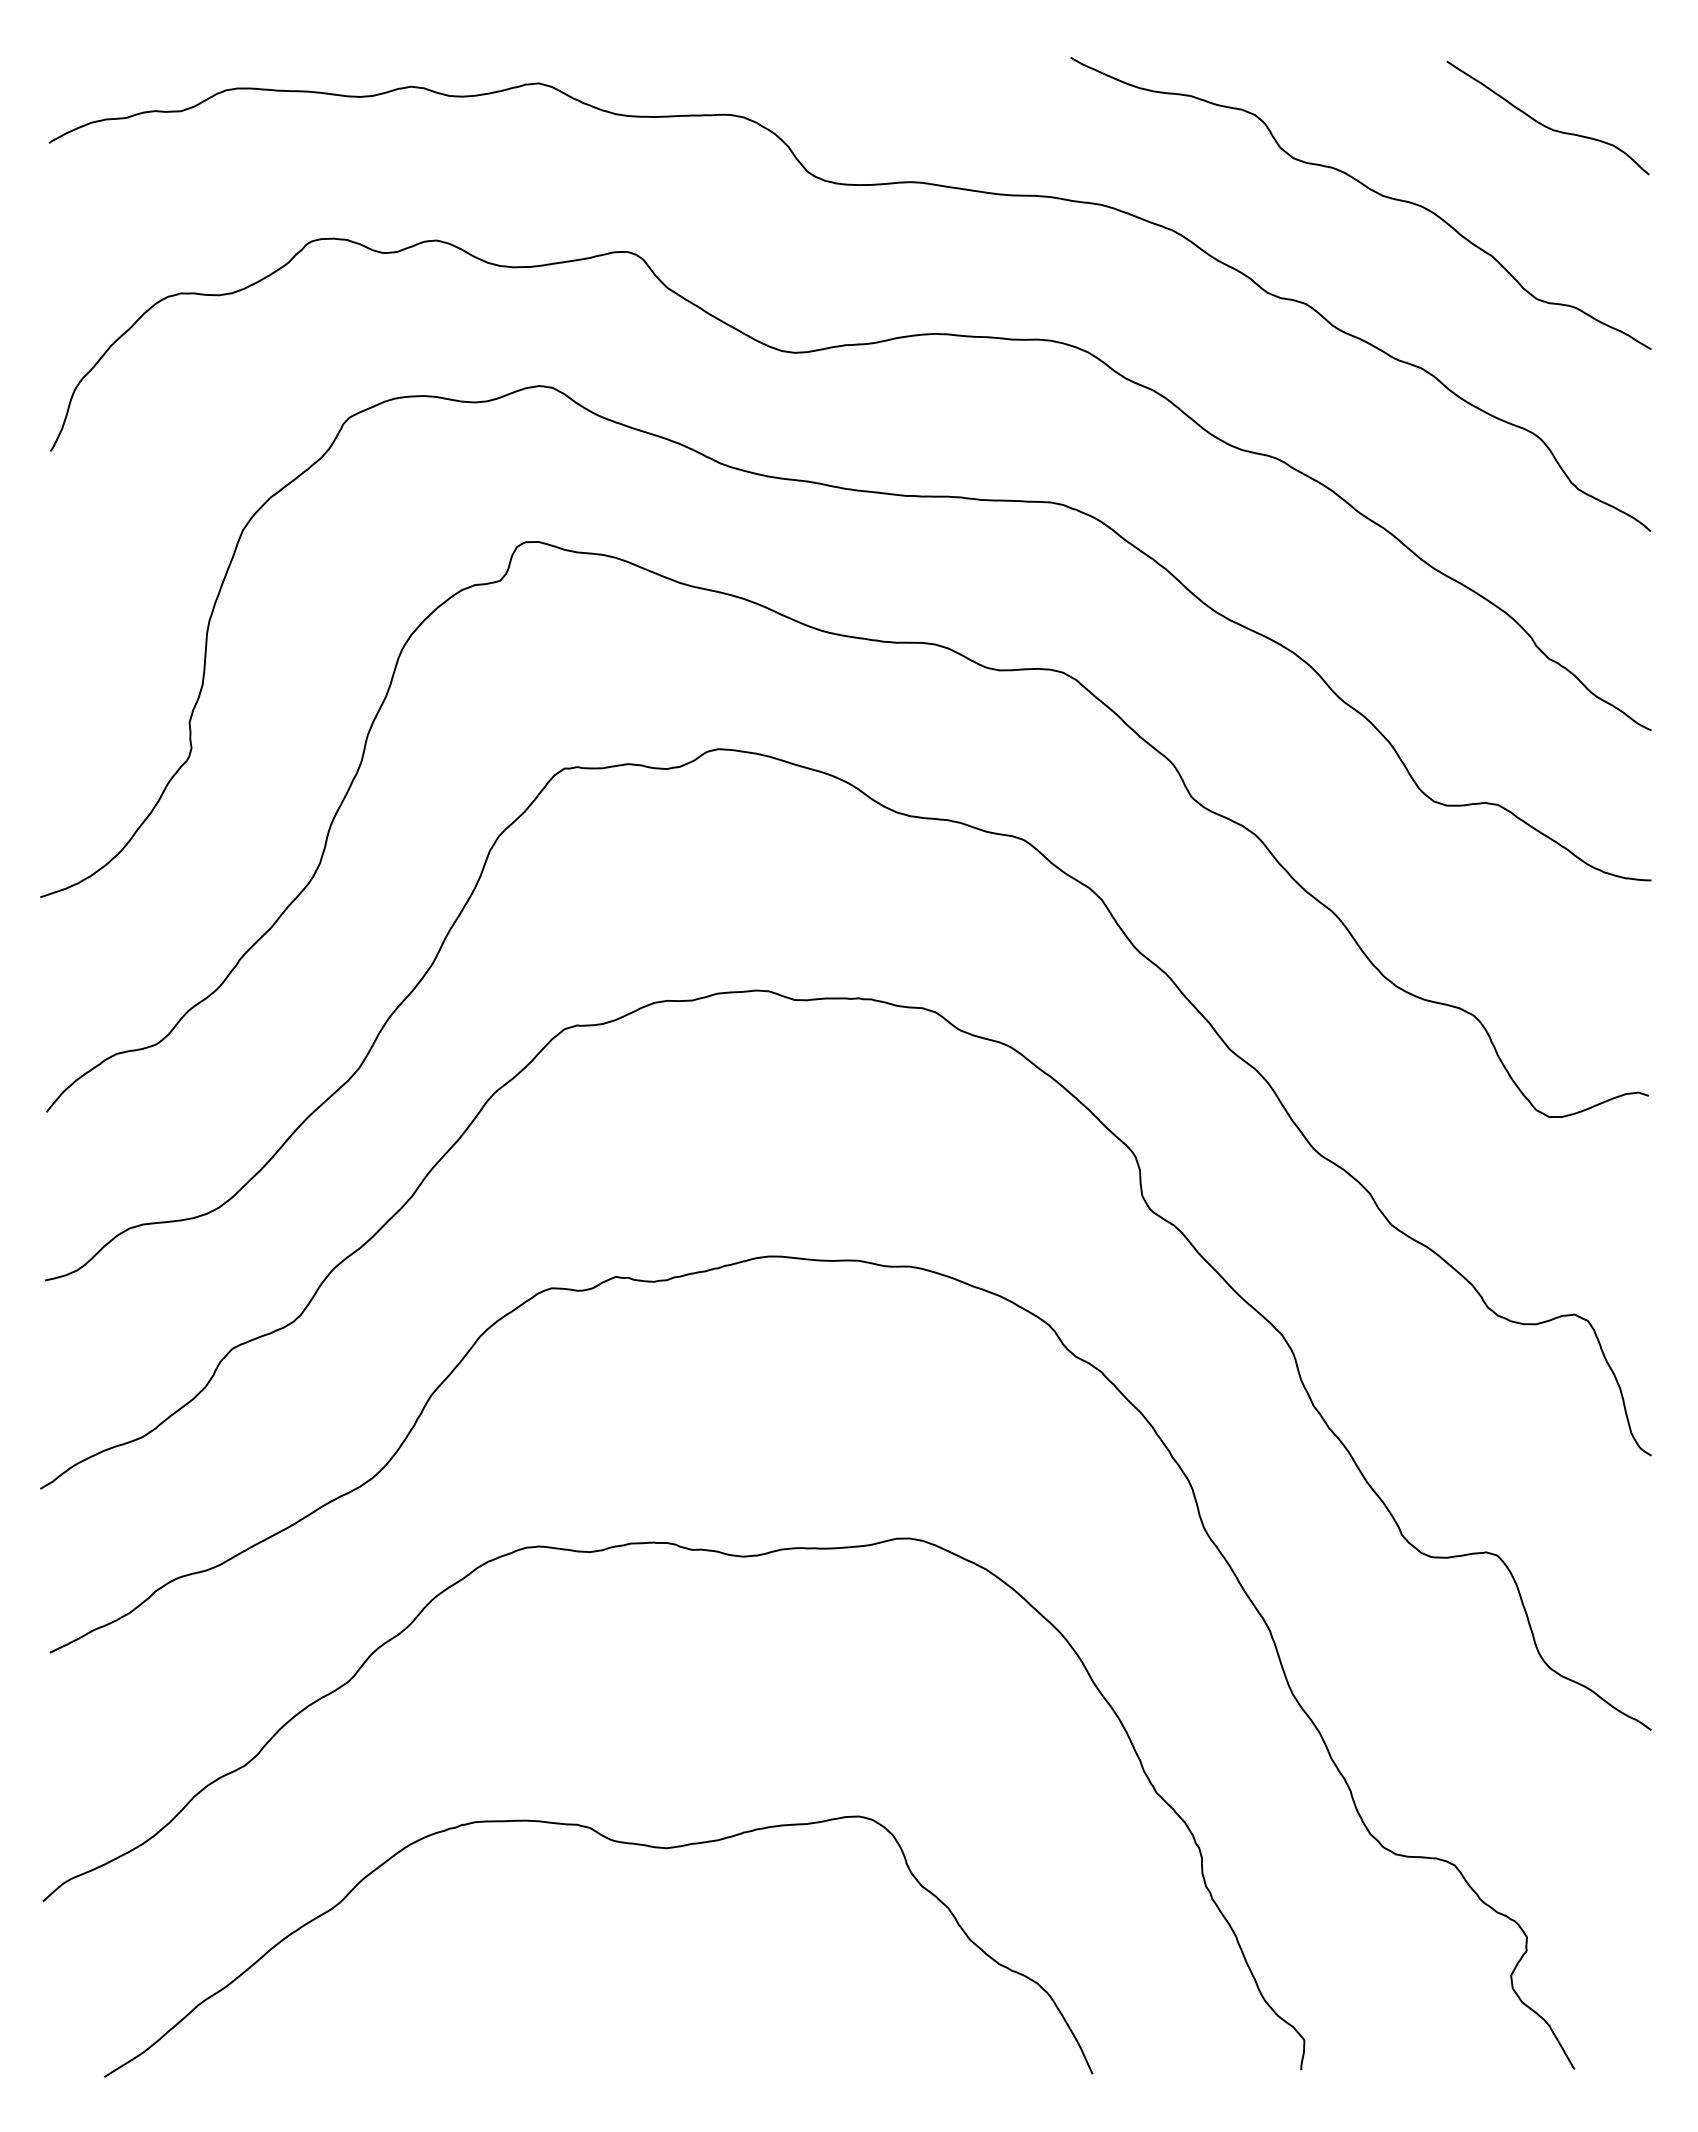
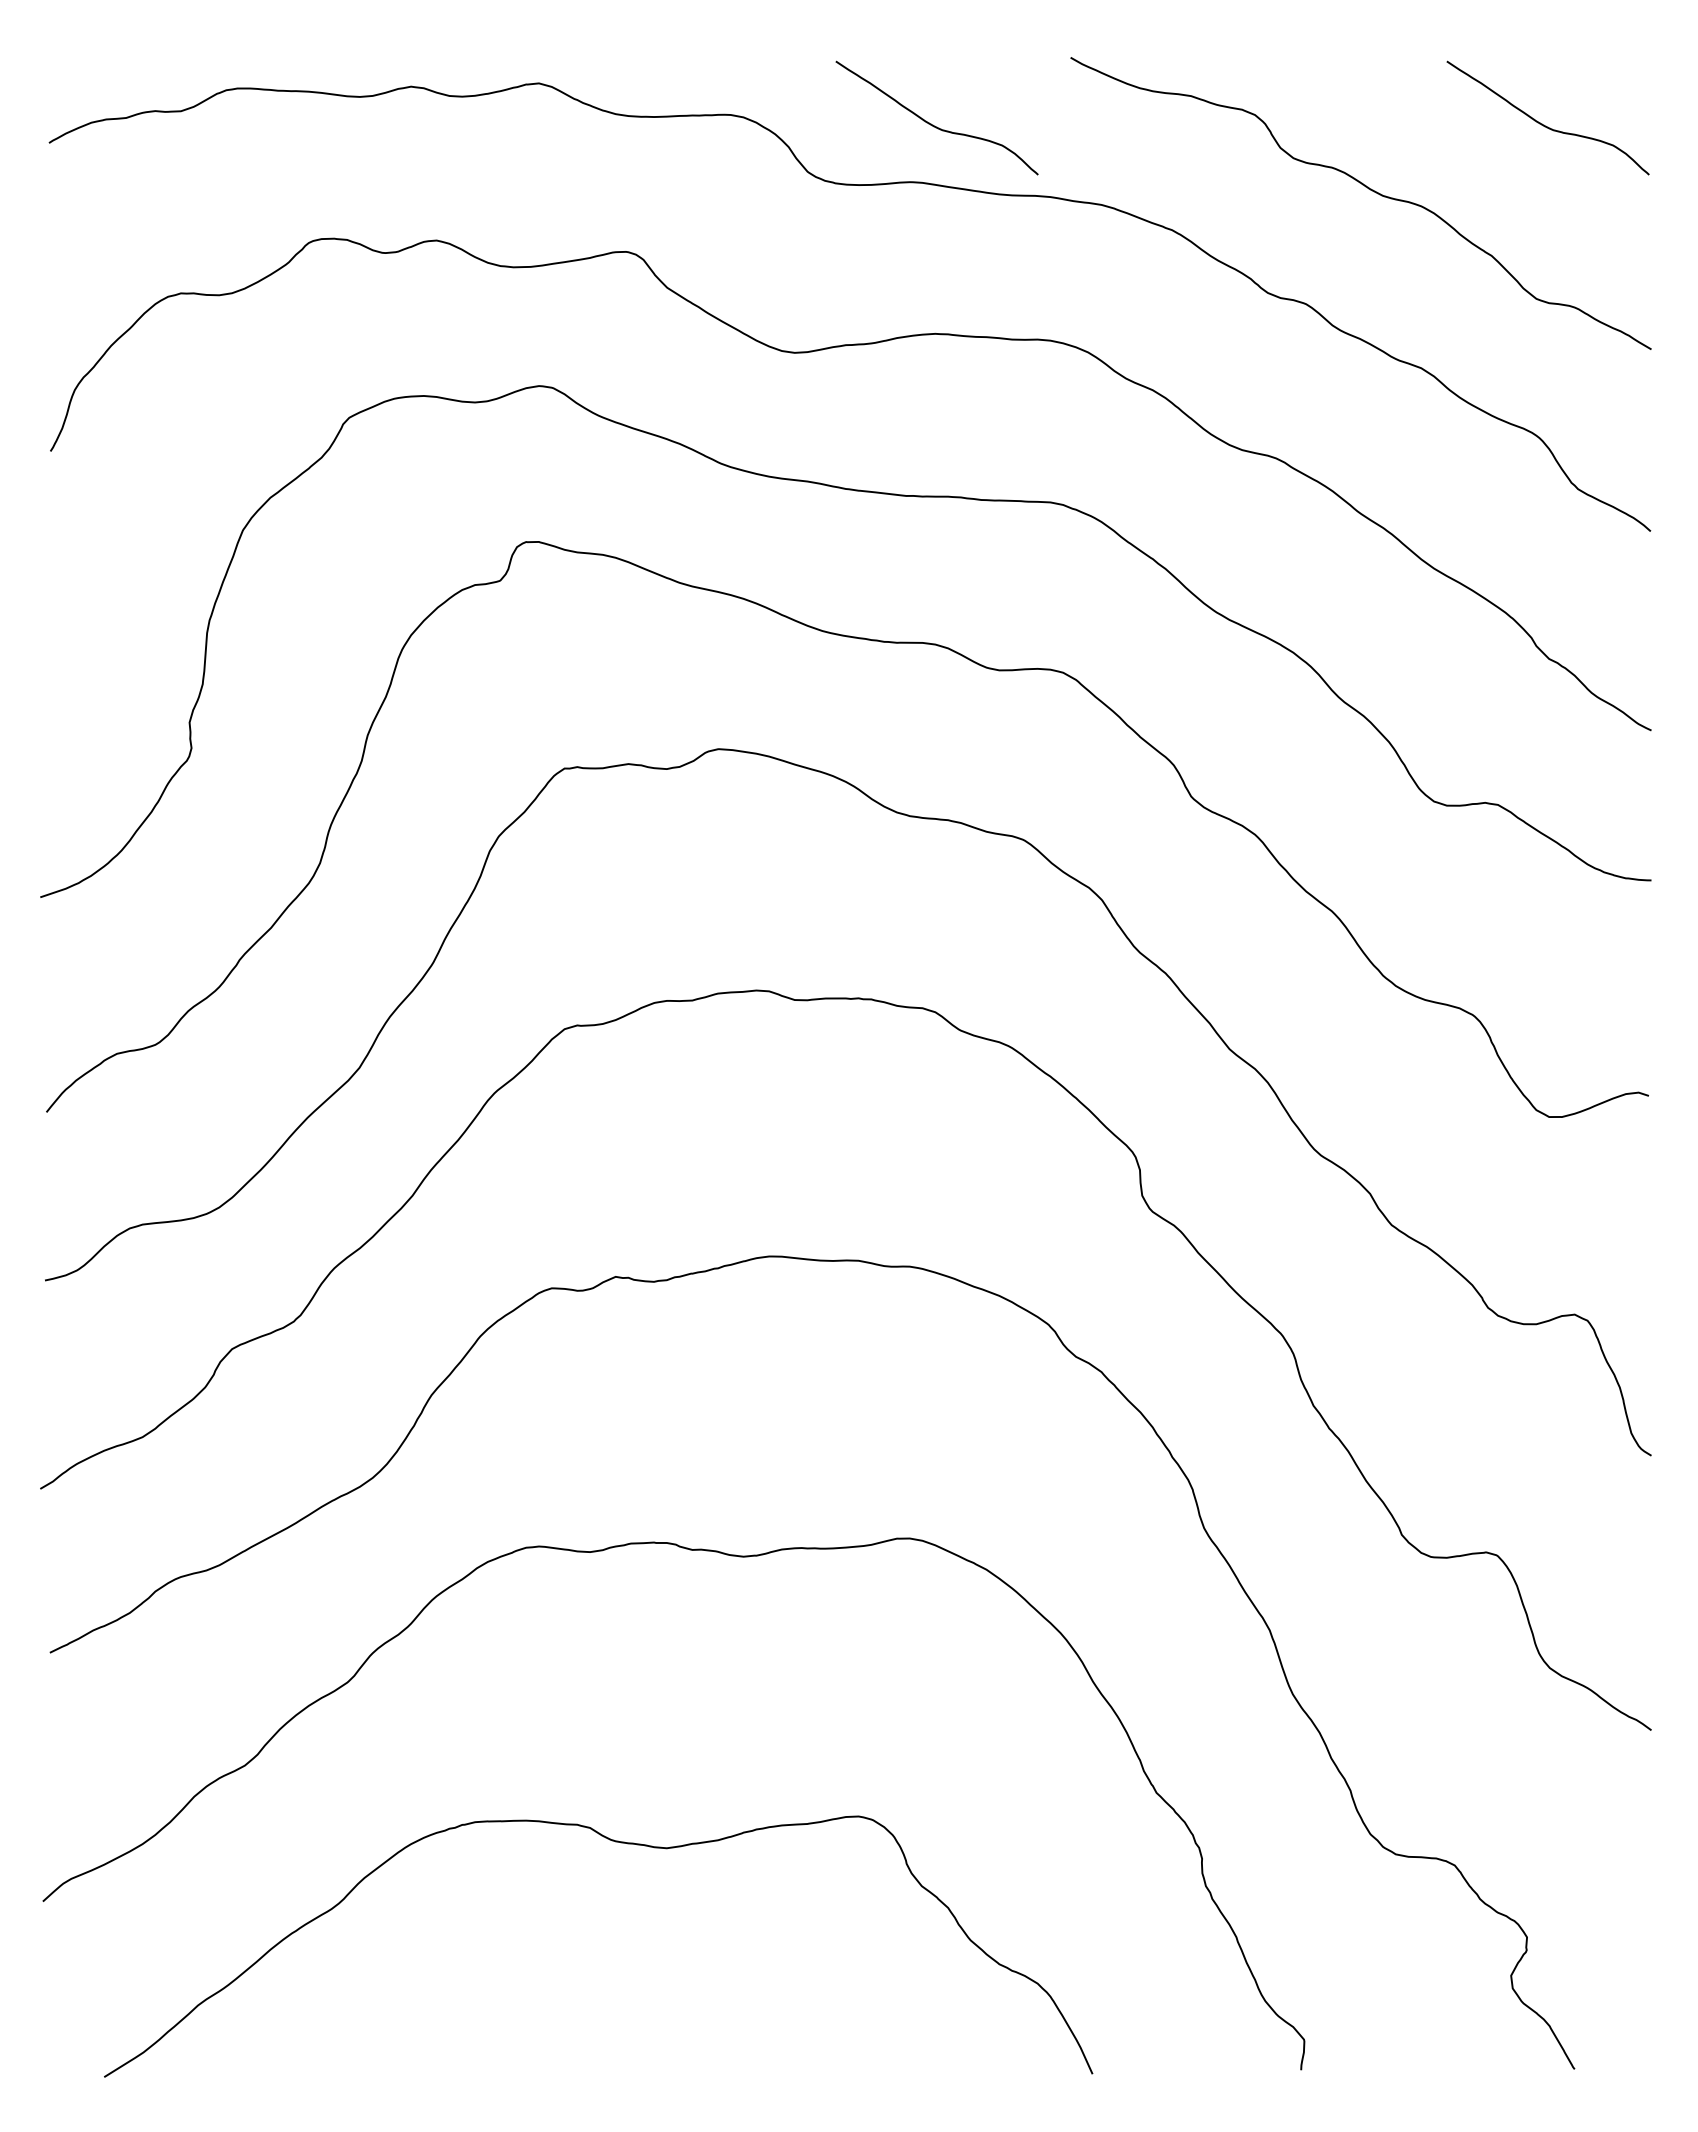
curve at (933, 124): none -> present
